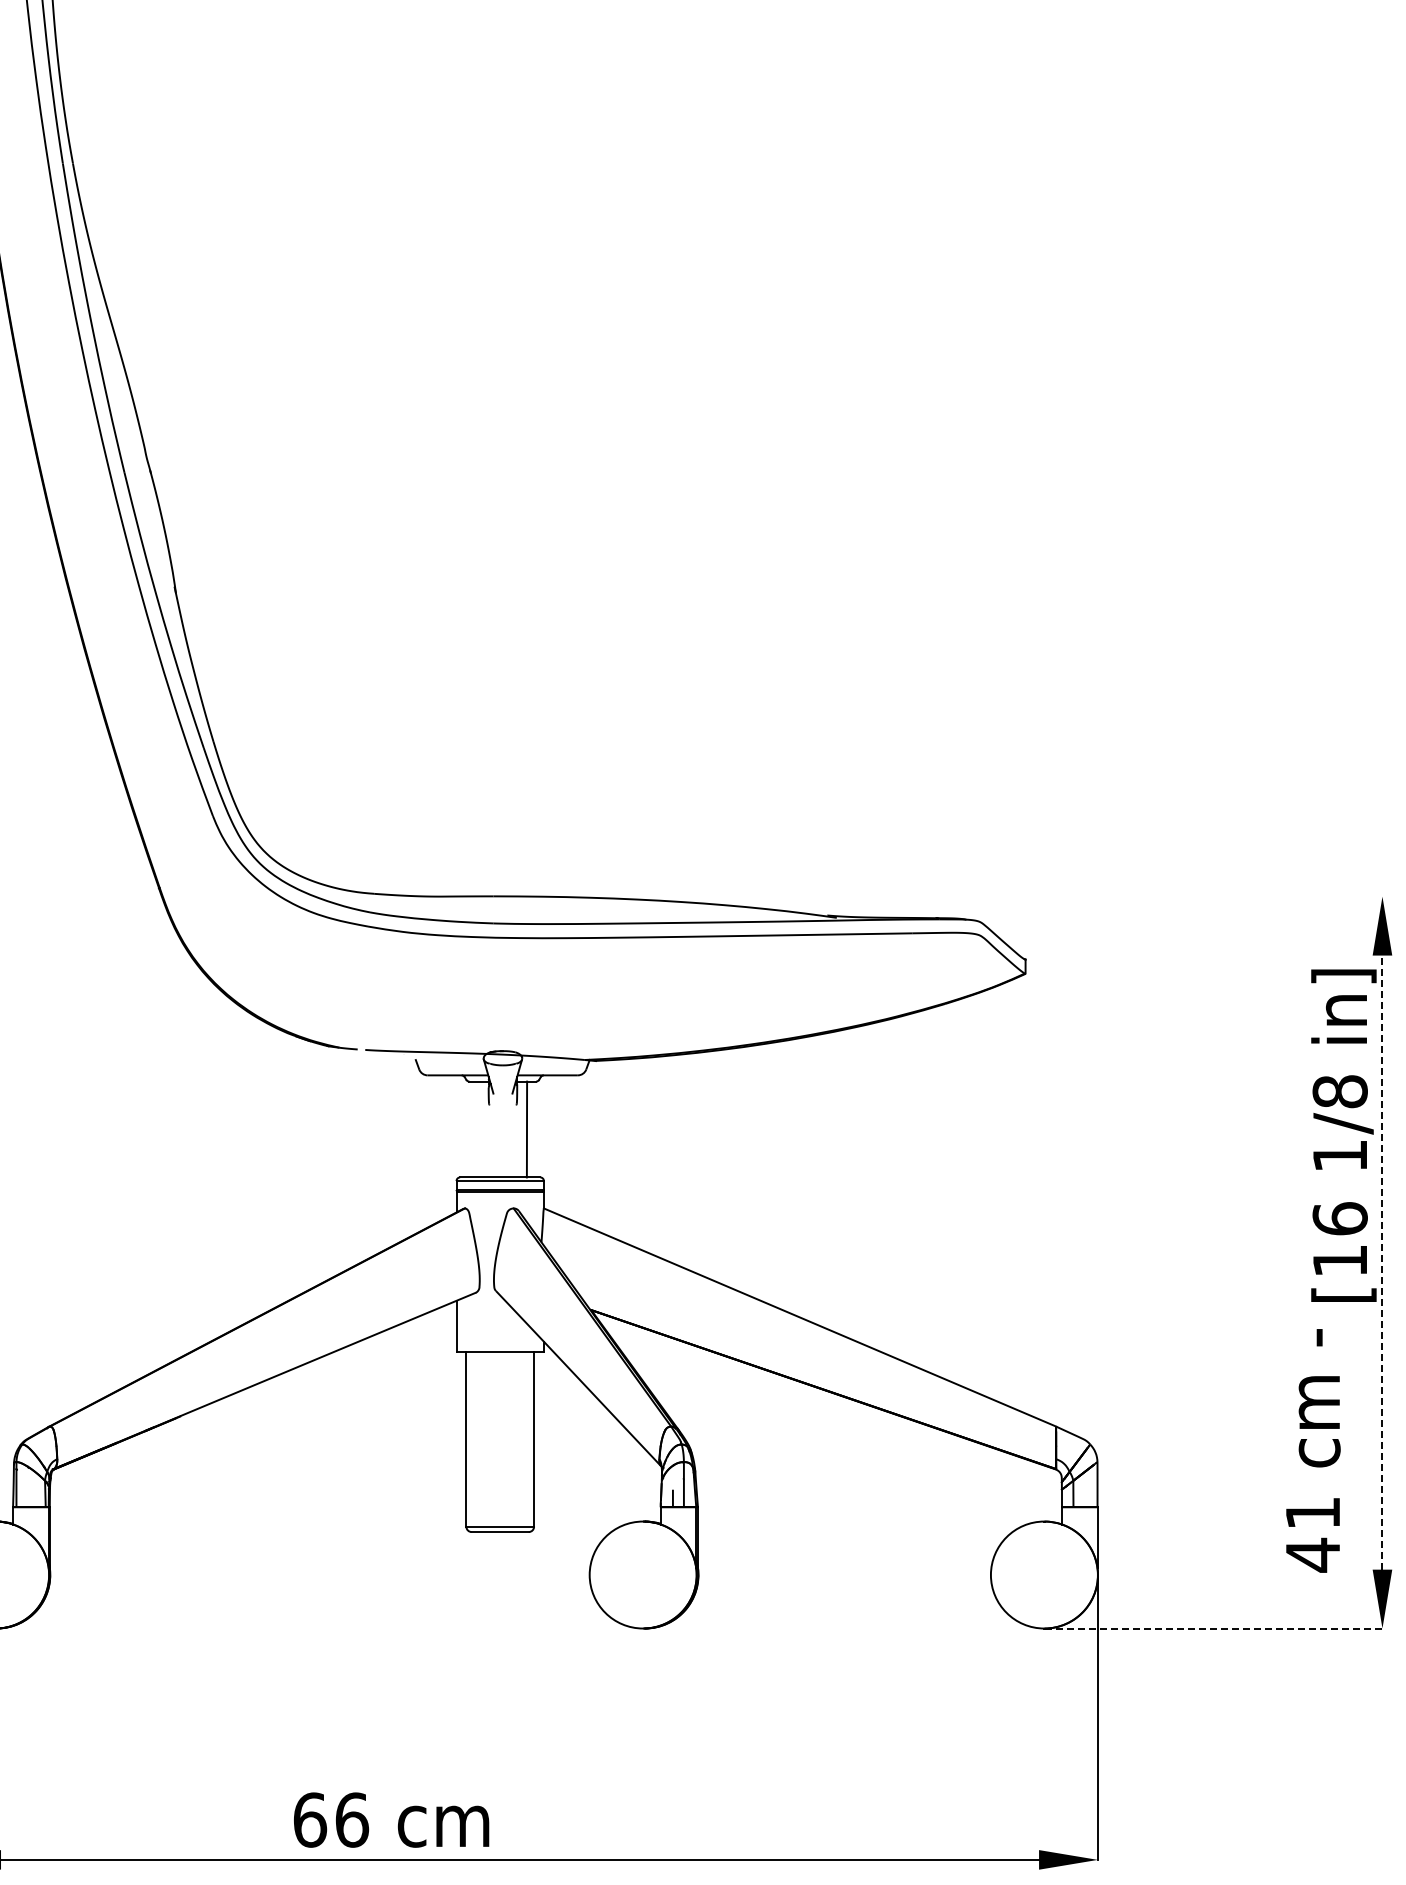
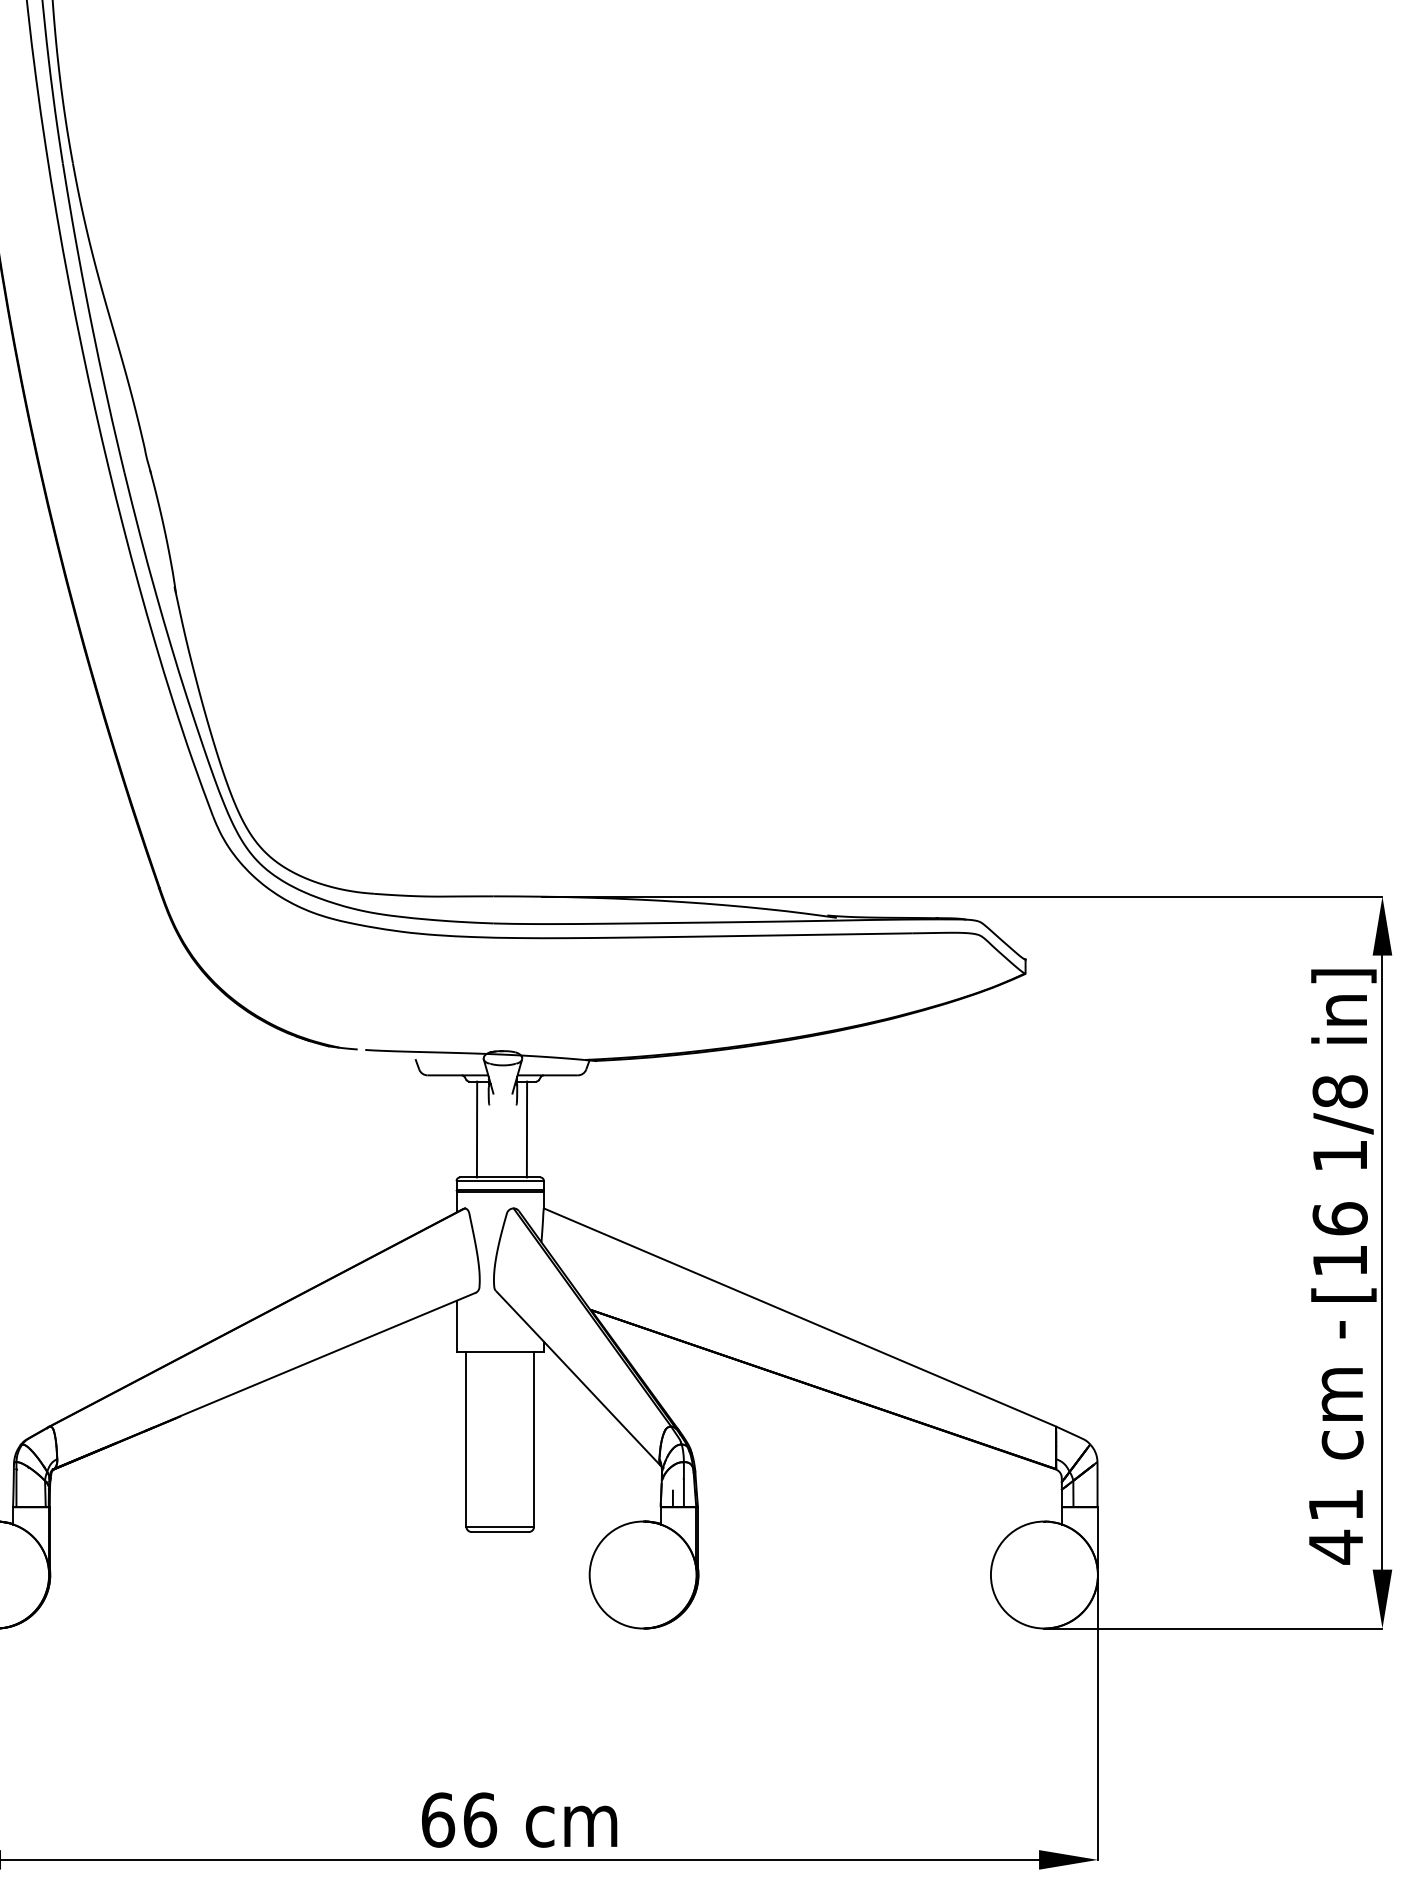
line at (961, 896): none -> present
line at (476, 1129): none -> present
line at (1382, 1262): dashed -> solid
text at (1313, 1450) position: (1313, 1450) -> (1336, 1442)
line at (1213, 1628): dashed -> solid
text at (391, 1819) position: (391, 1819) -> (519, 1819)
